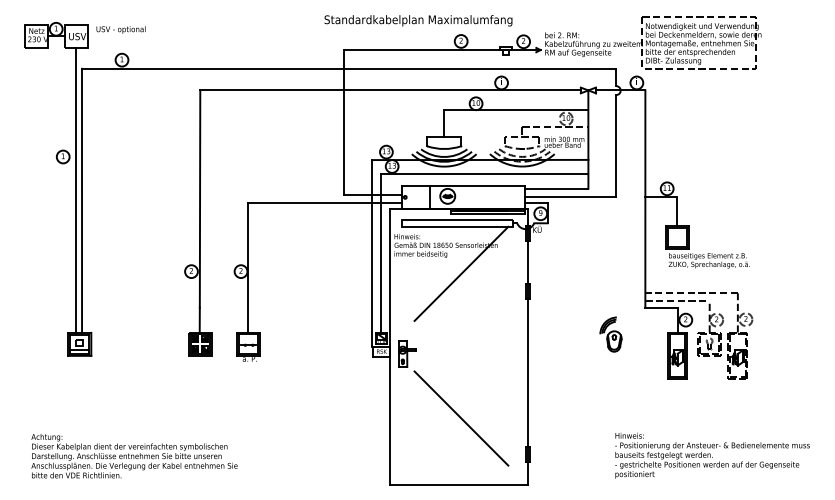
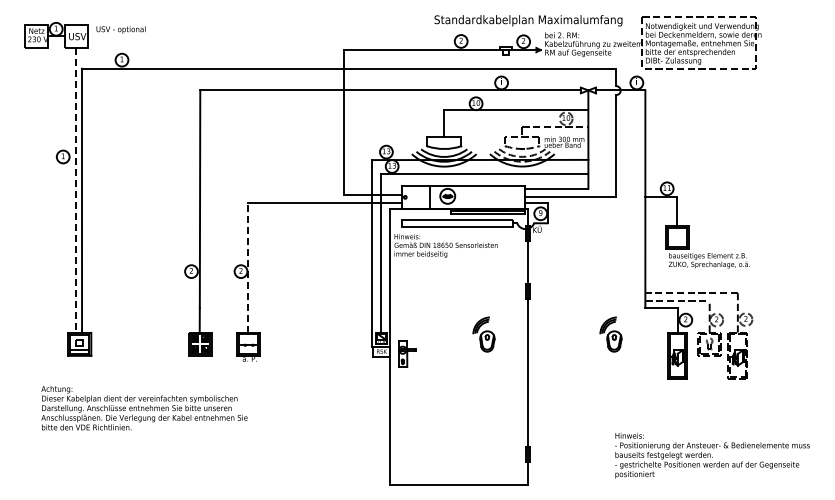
text at (418, 20) position: (418, 20) -> (528, 20)
line at (76, 190): solid -> dashed
line at (247, 267): solid -> dashed
line at (461, 273): present -> none
part at (483, 334): none -> present
line at (461, 418): present -> none
text at (134, 456) position: (134, 456) -> (144, 408)
